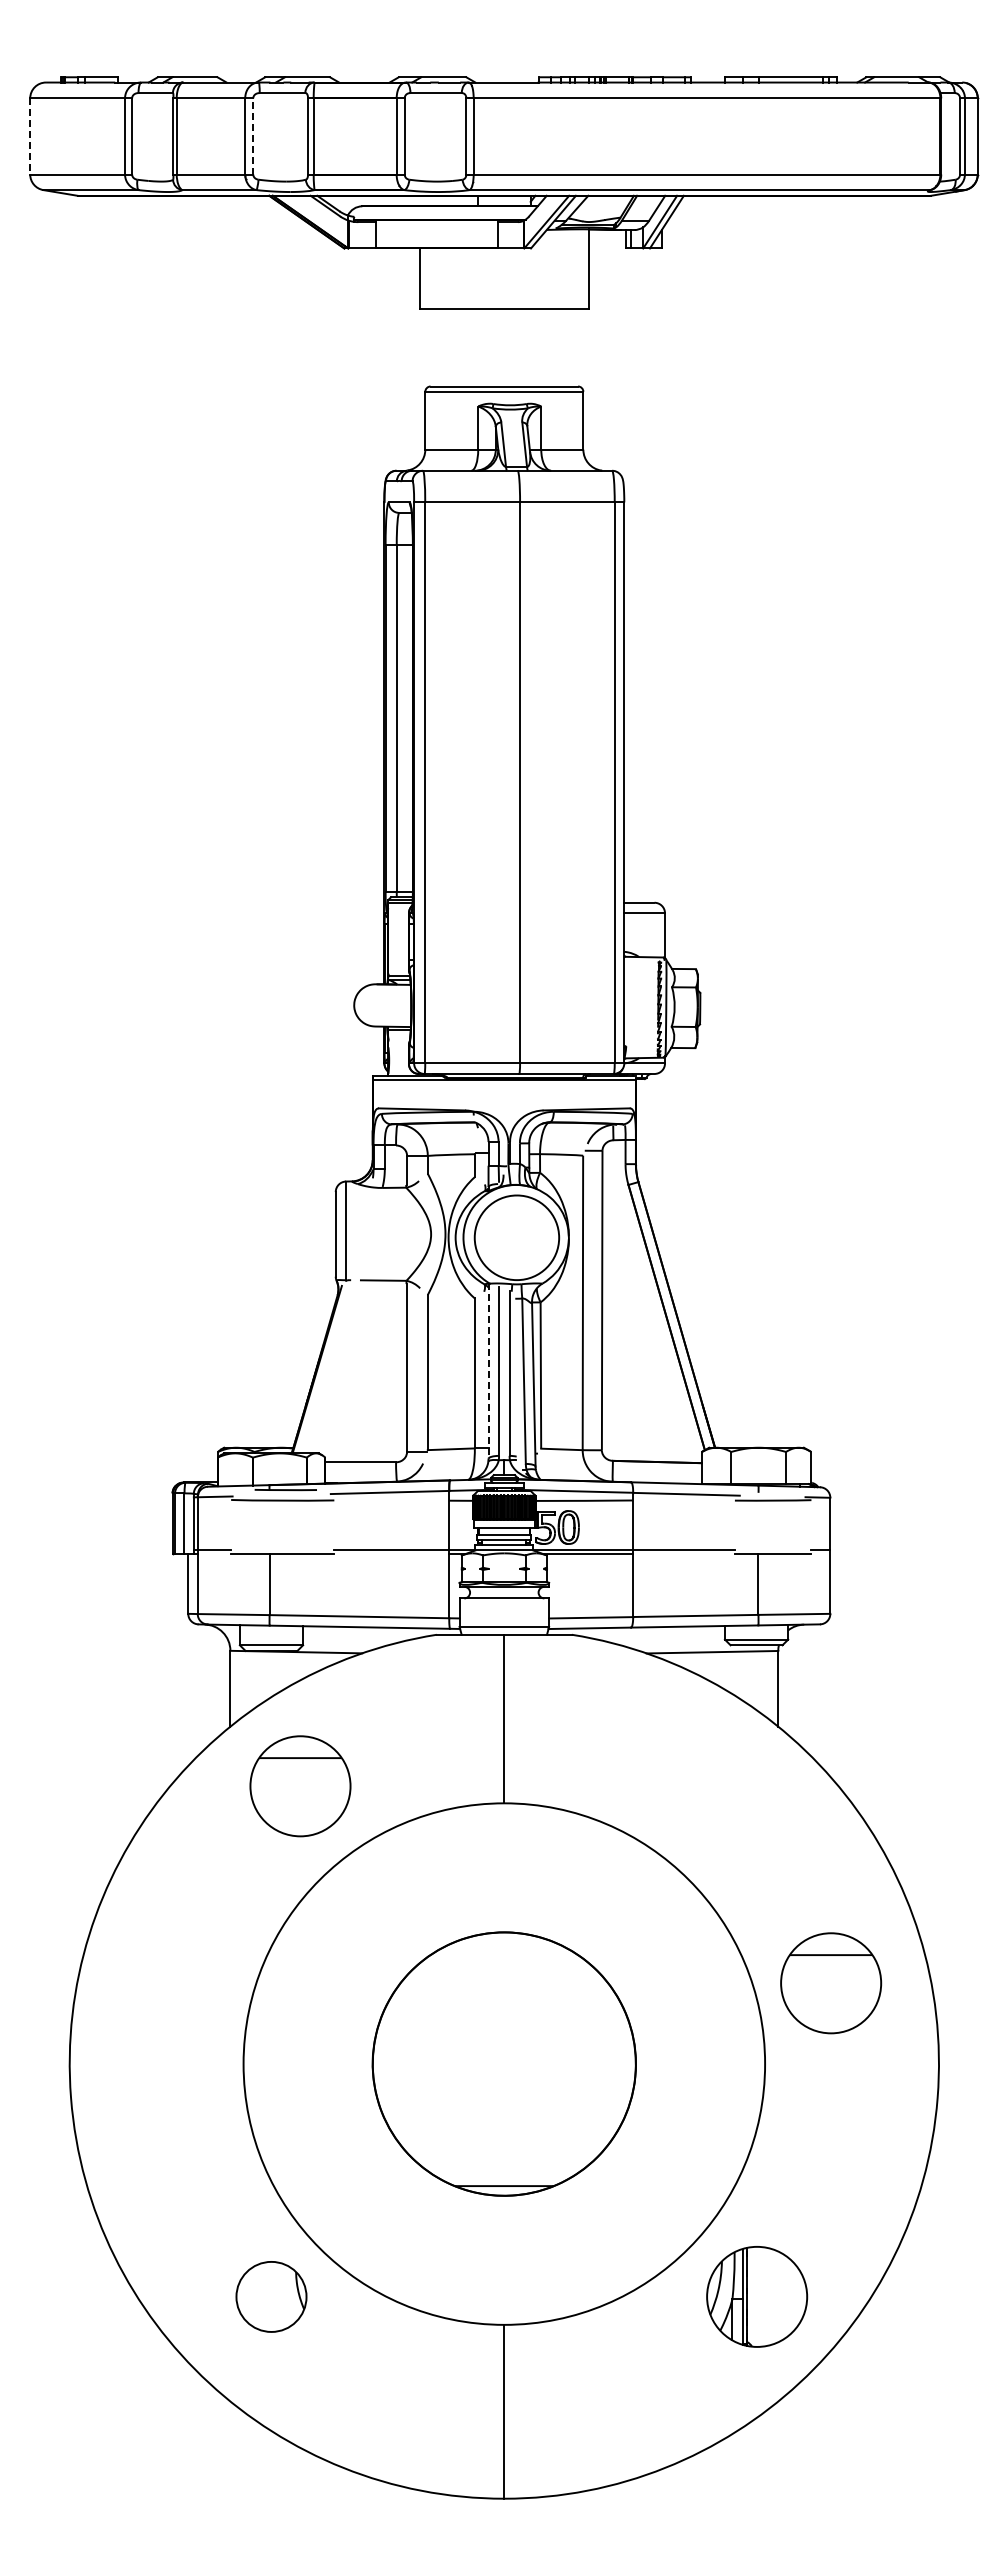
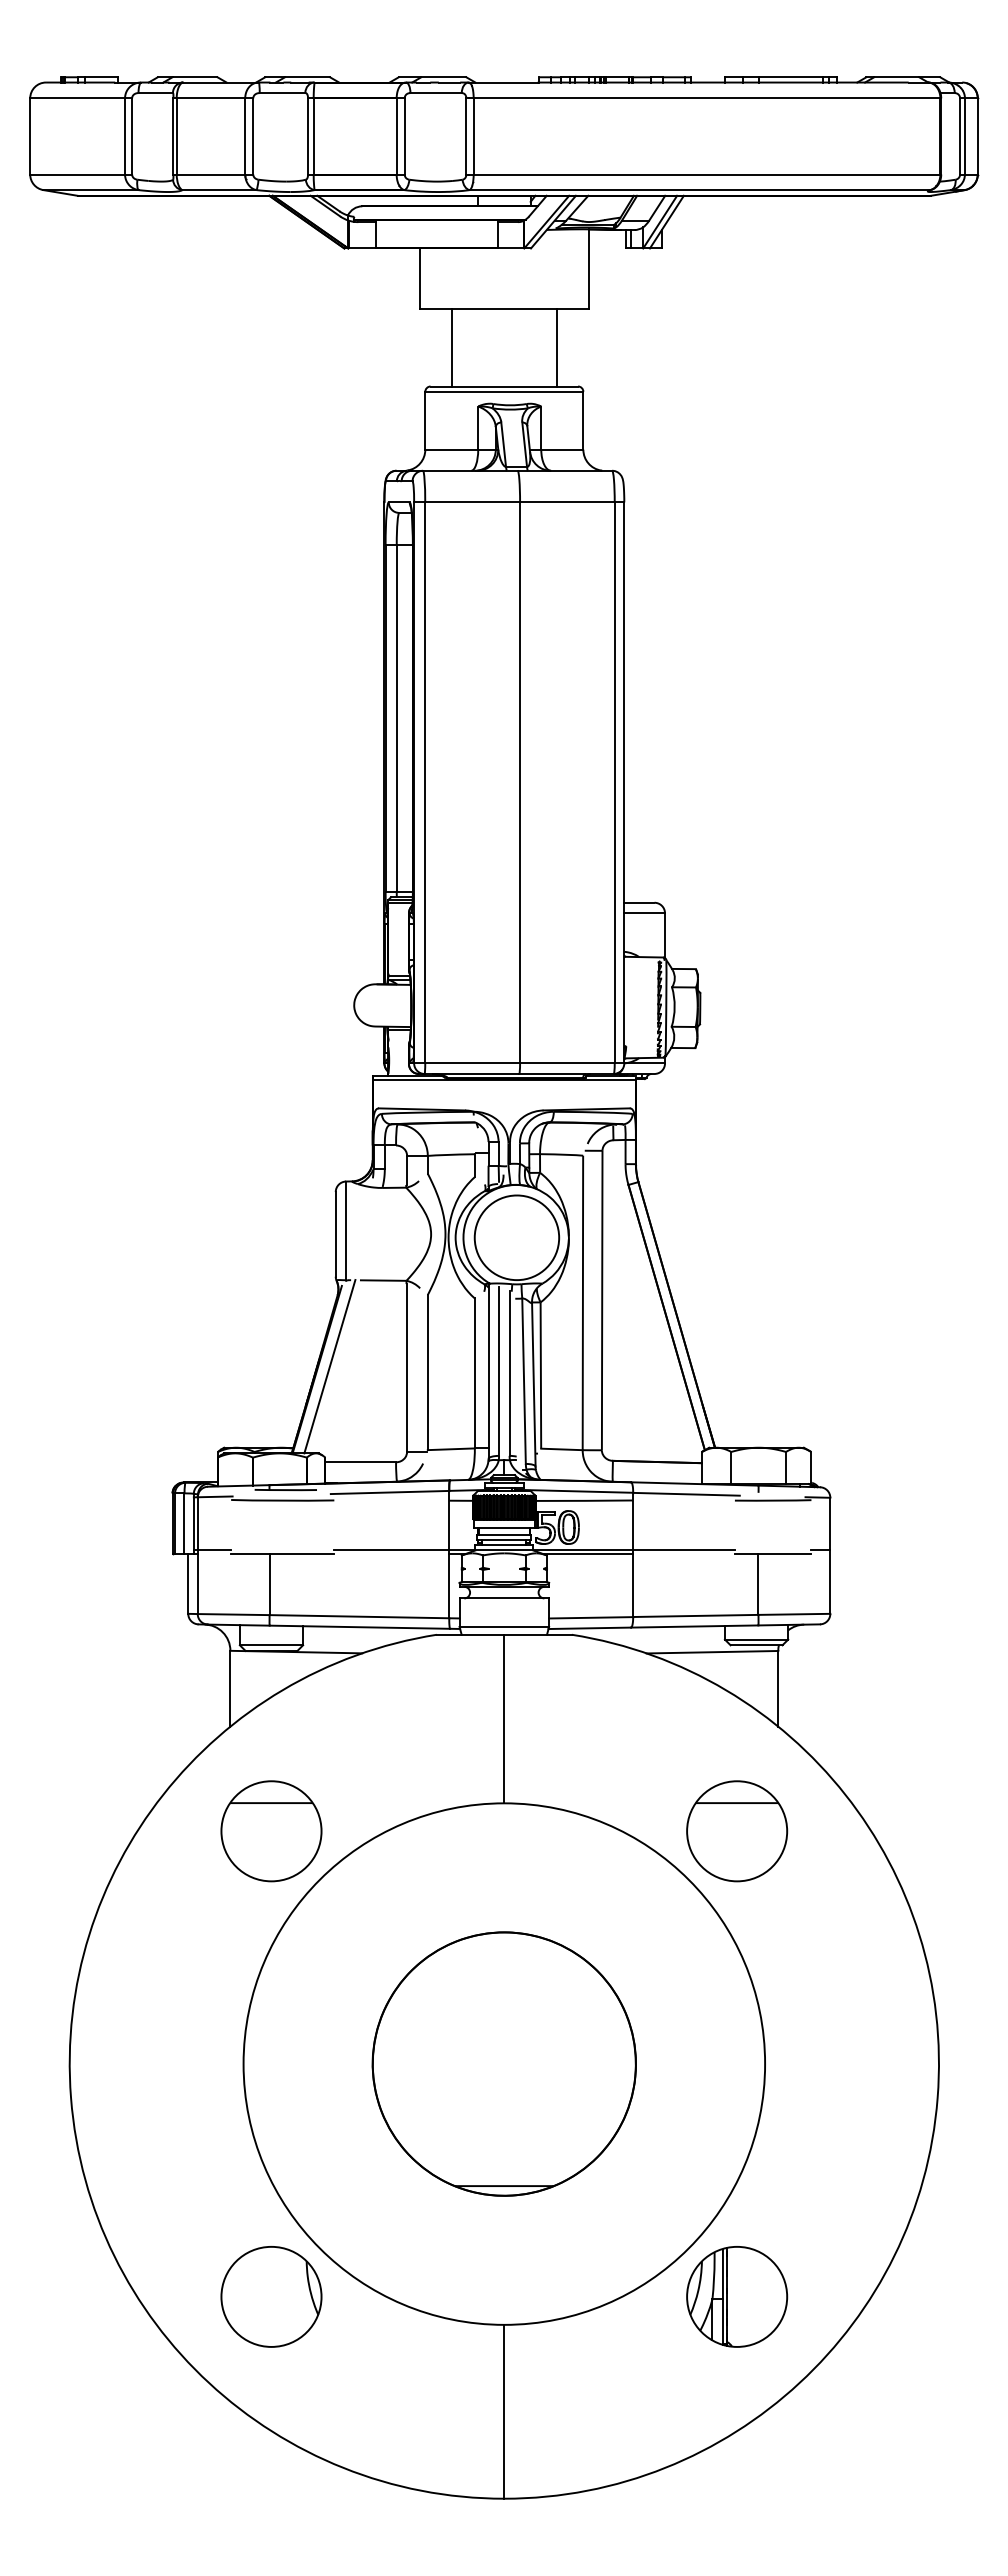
line at (253, 135): dashed -> solid
line at (30, 136): dashed -> solid
line at (451, 347): none -> present
line at (557, 347): none -> present
line at (329, 1366): none -> present
line at (488, 1371): dashed -> solid
part at (300, 1786) position: (300, 1786) -> (271, 1831)
part at (831, 1983) position: (831, 1983) -> (737, 1831)
part at (271, 2296) size: 73x72 px -> 103x102 px
part at (757, 2296) position: (757, 2296) -> (737, 2296)
